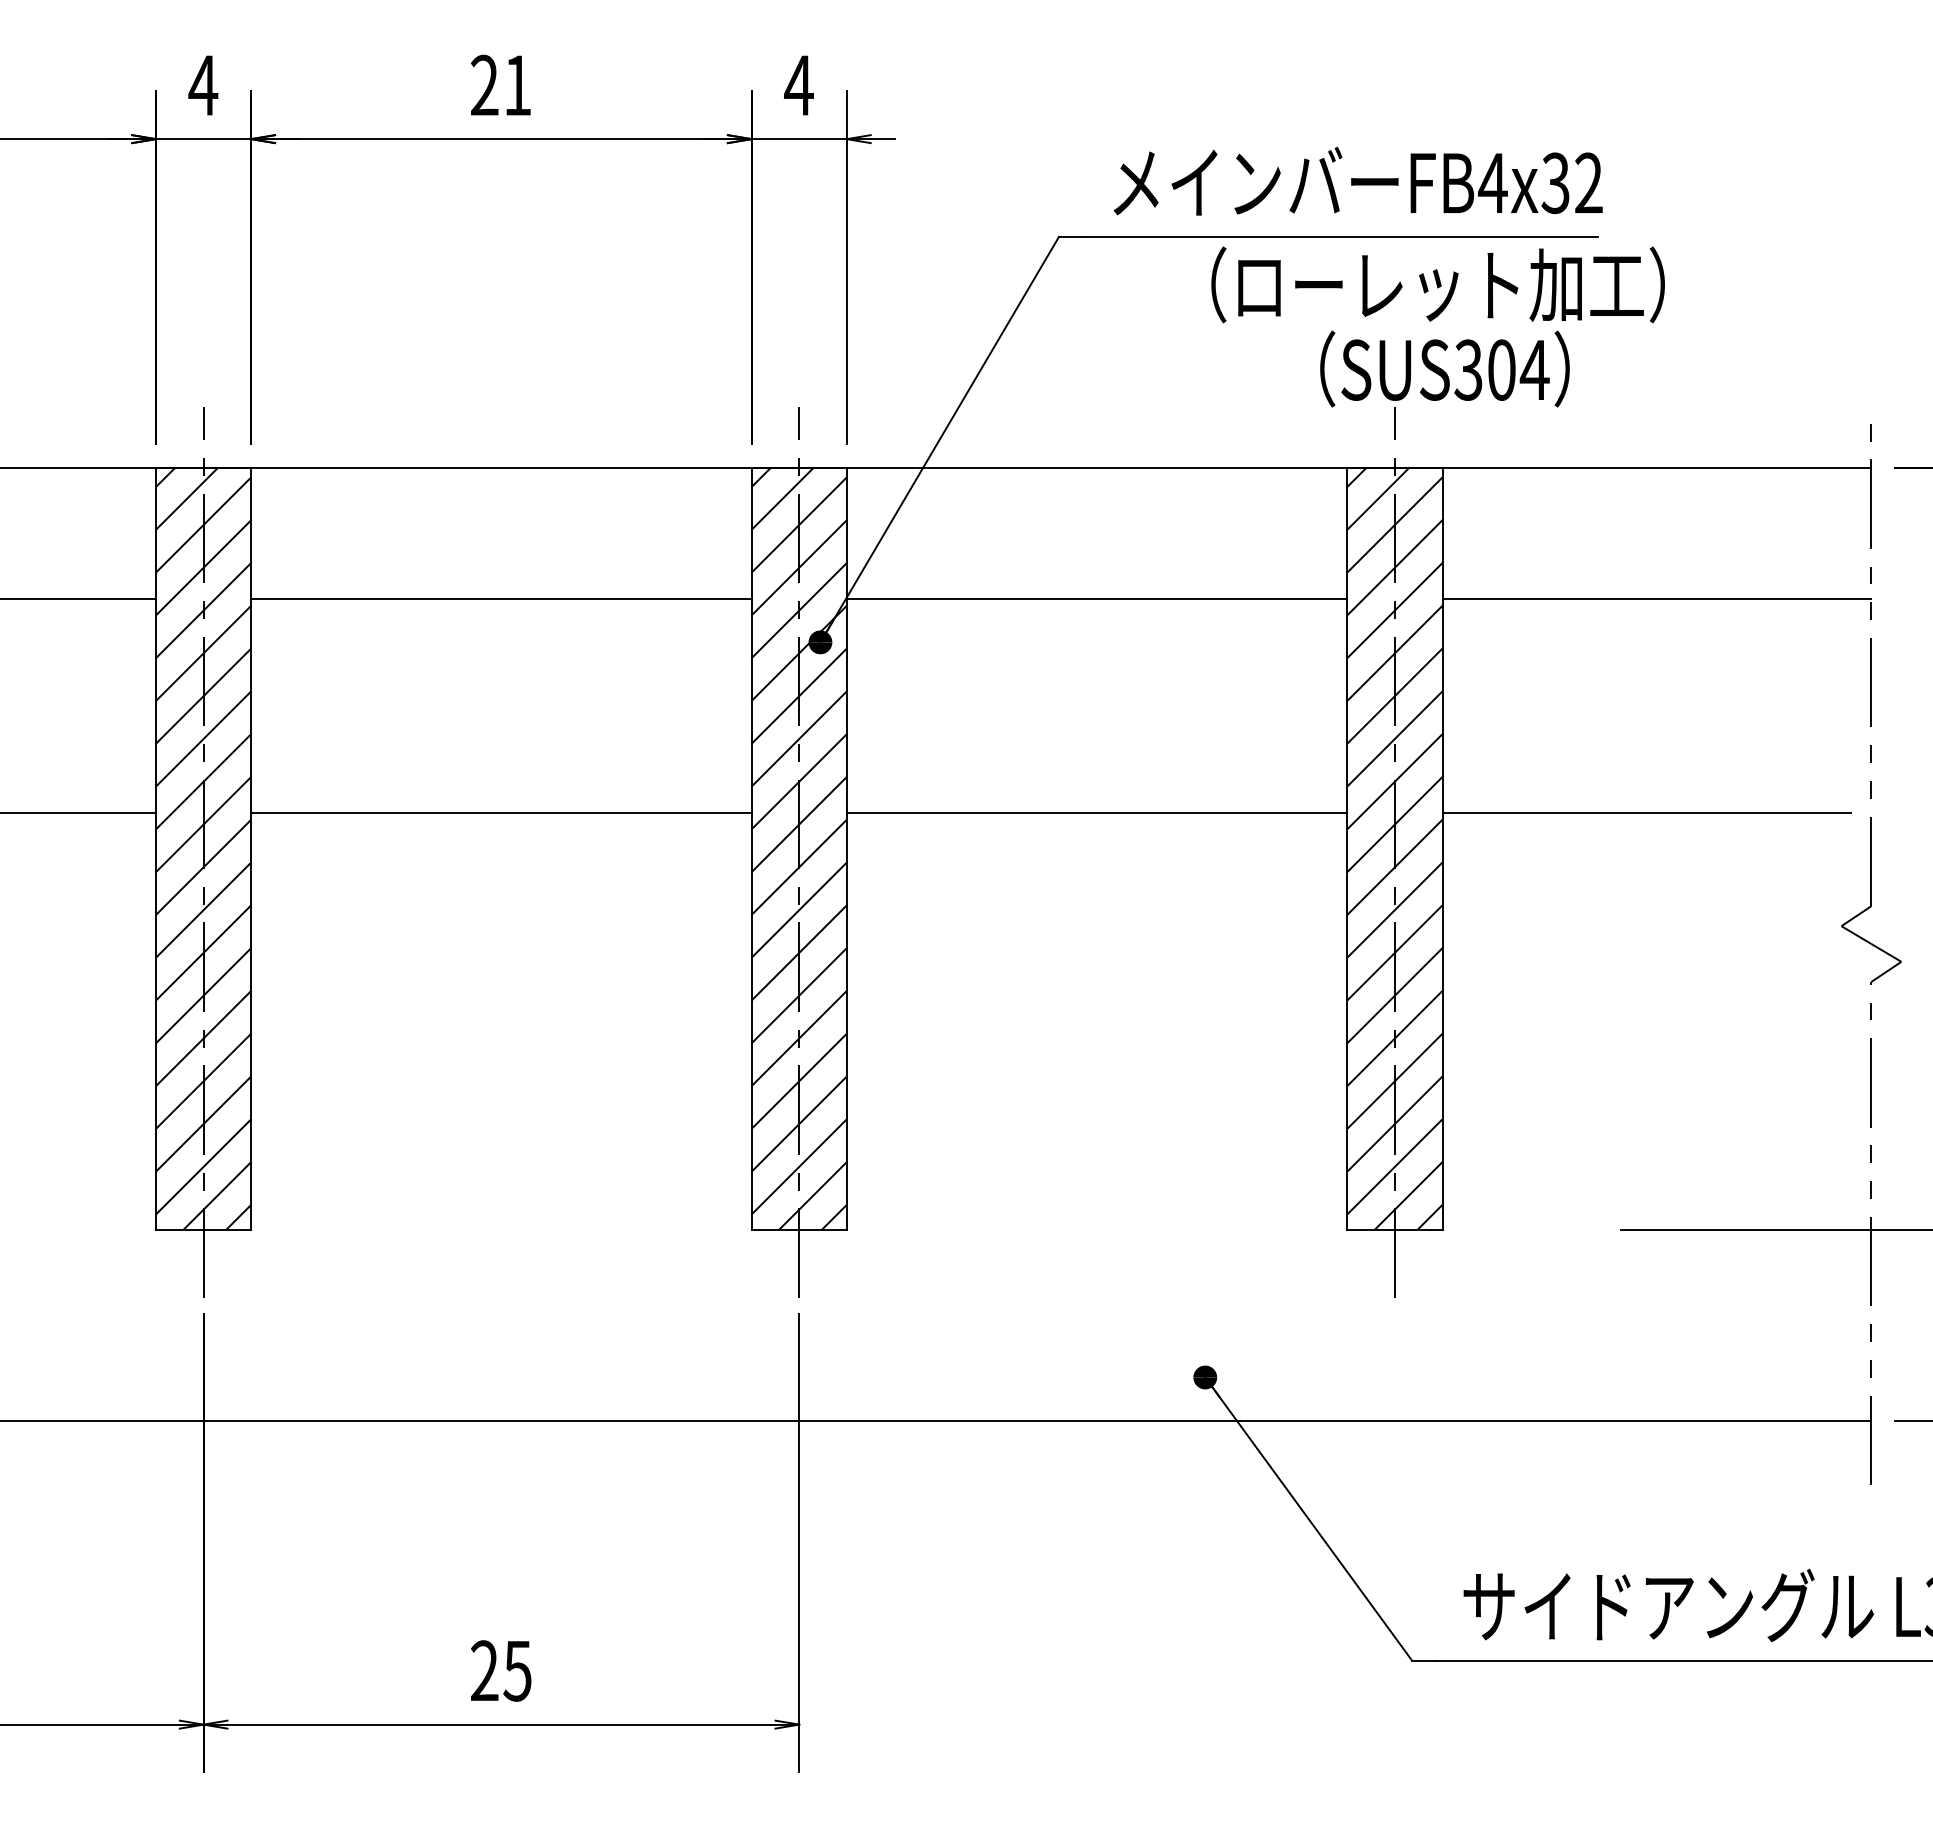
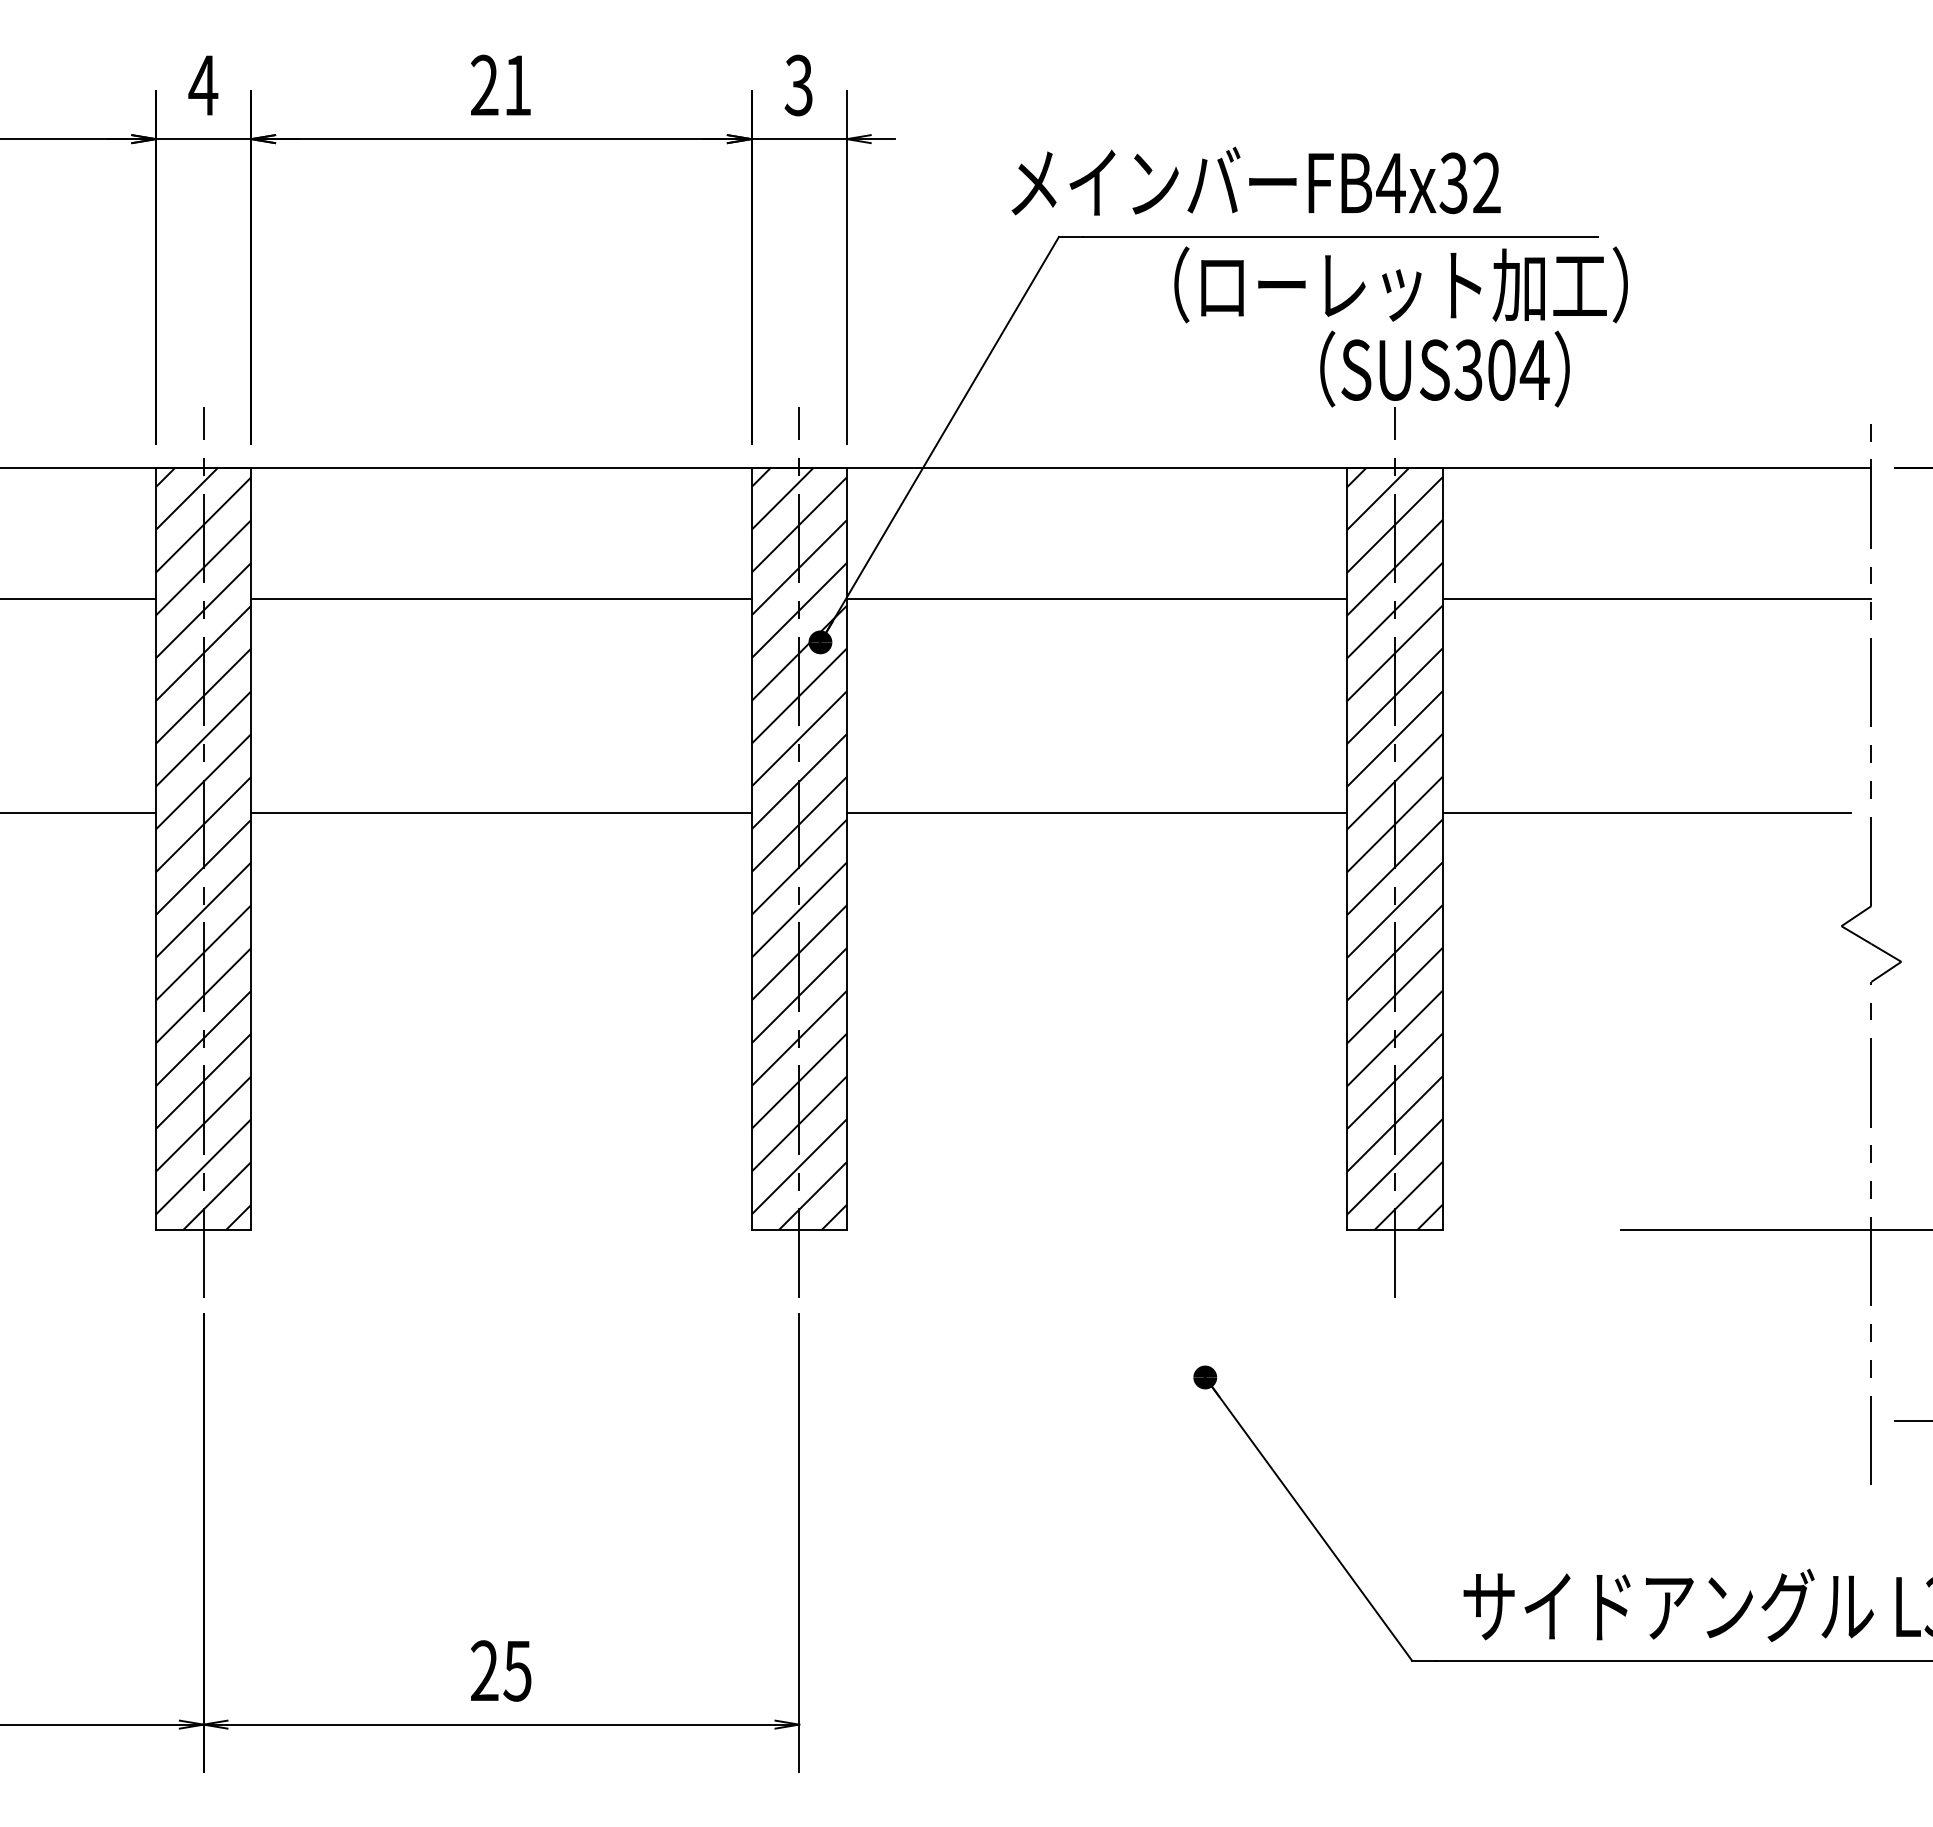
text at (798, 85): 4 -> 3
text at (1357, 180) position: (1357, 180) -> (1255, 180)
text at (1437, 284) position: (1437, 284) -> (1400, 284)
line at (936, 1420): present -> none
